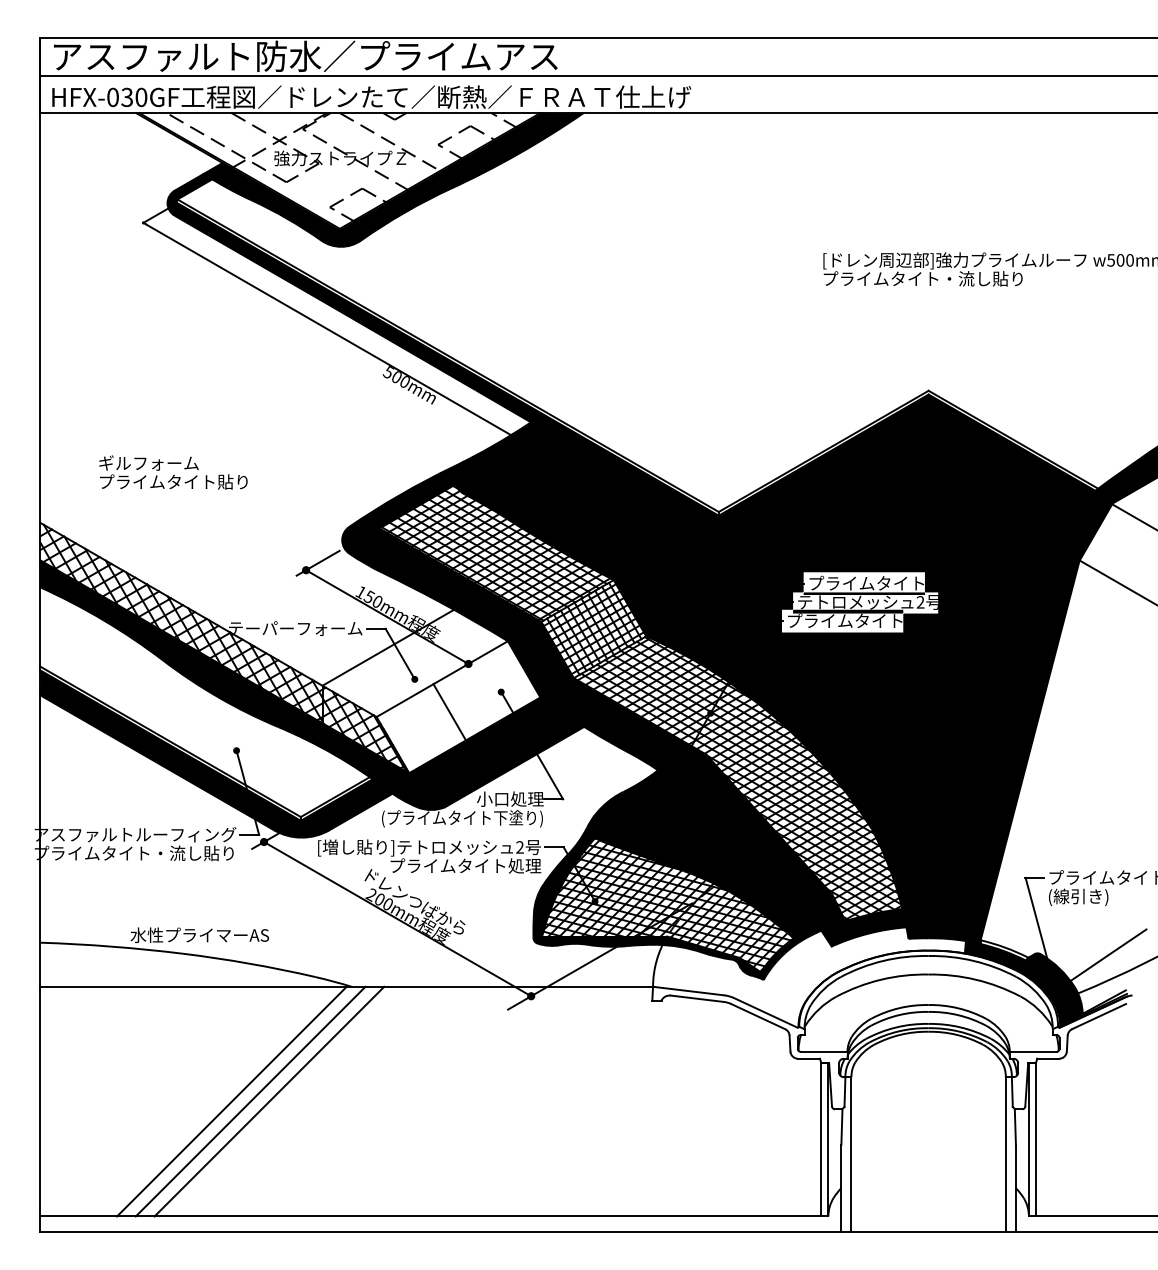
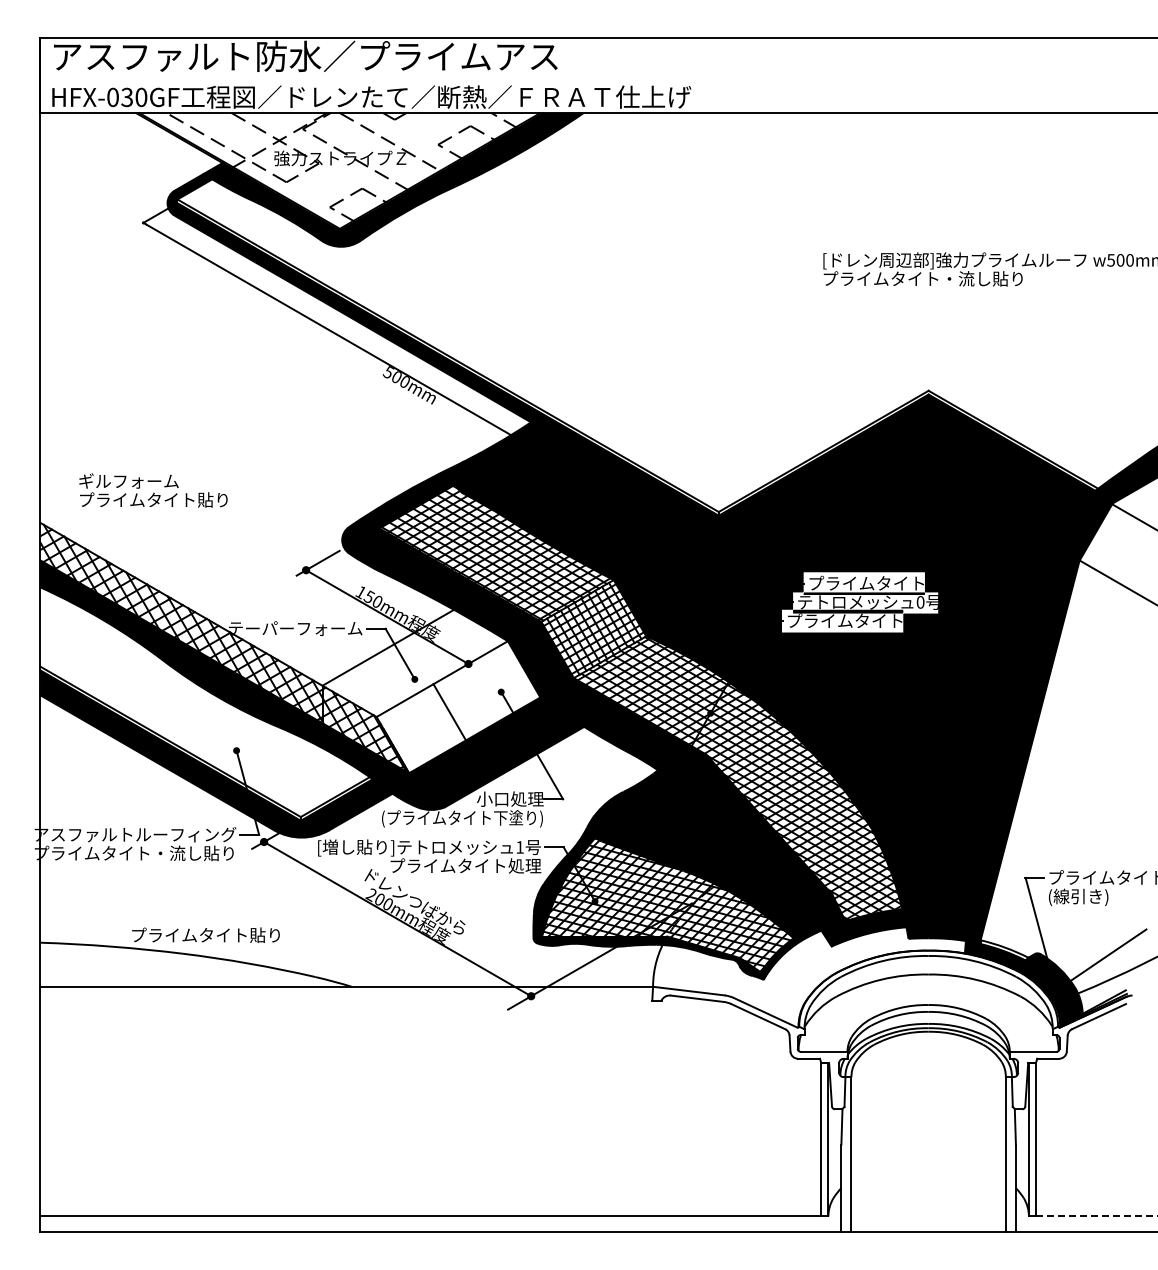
line at (597, 75): present -> none
text at (173, 472) position: (173, 472) -> (153, 490)
text at (920, 602): 2 -> 0
text at (519, 847): 2 -> 1
text at (204, 935): 水性プライマーAS -> プライムタイト貼り
line at (231, 1101): present -> none
line at (250, 1101): present -> none
line at (269, 1101): present -> none
line at (1096, 1216): solid -> dashed
